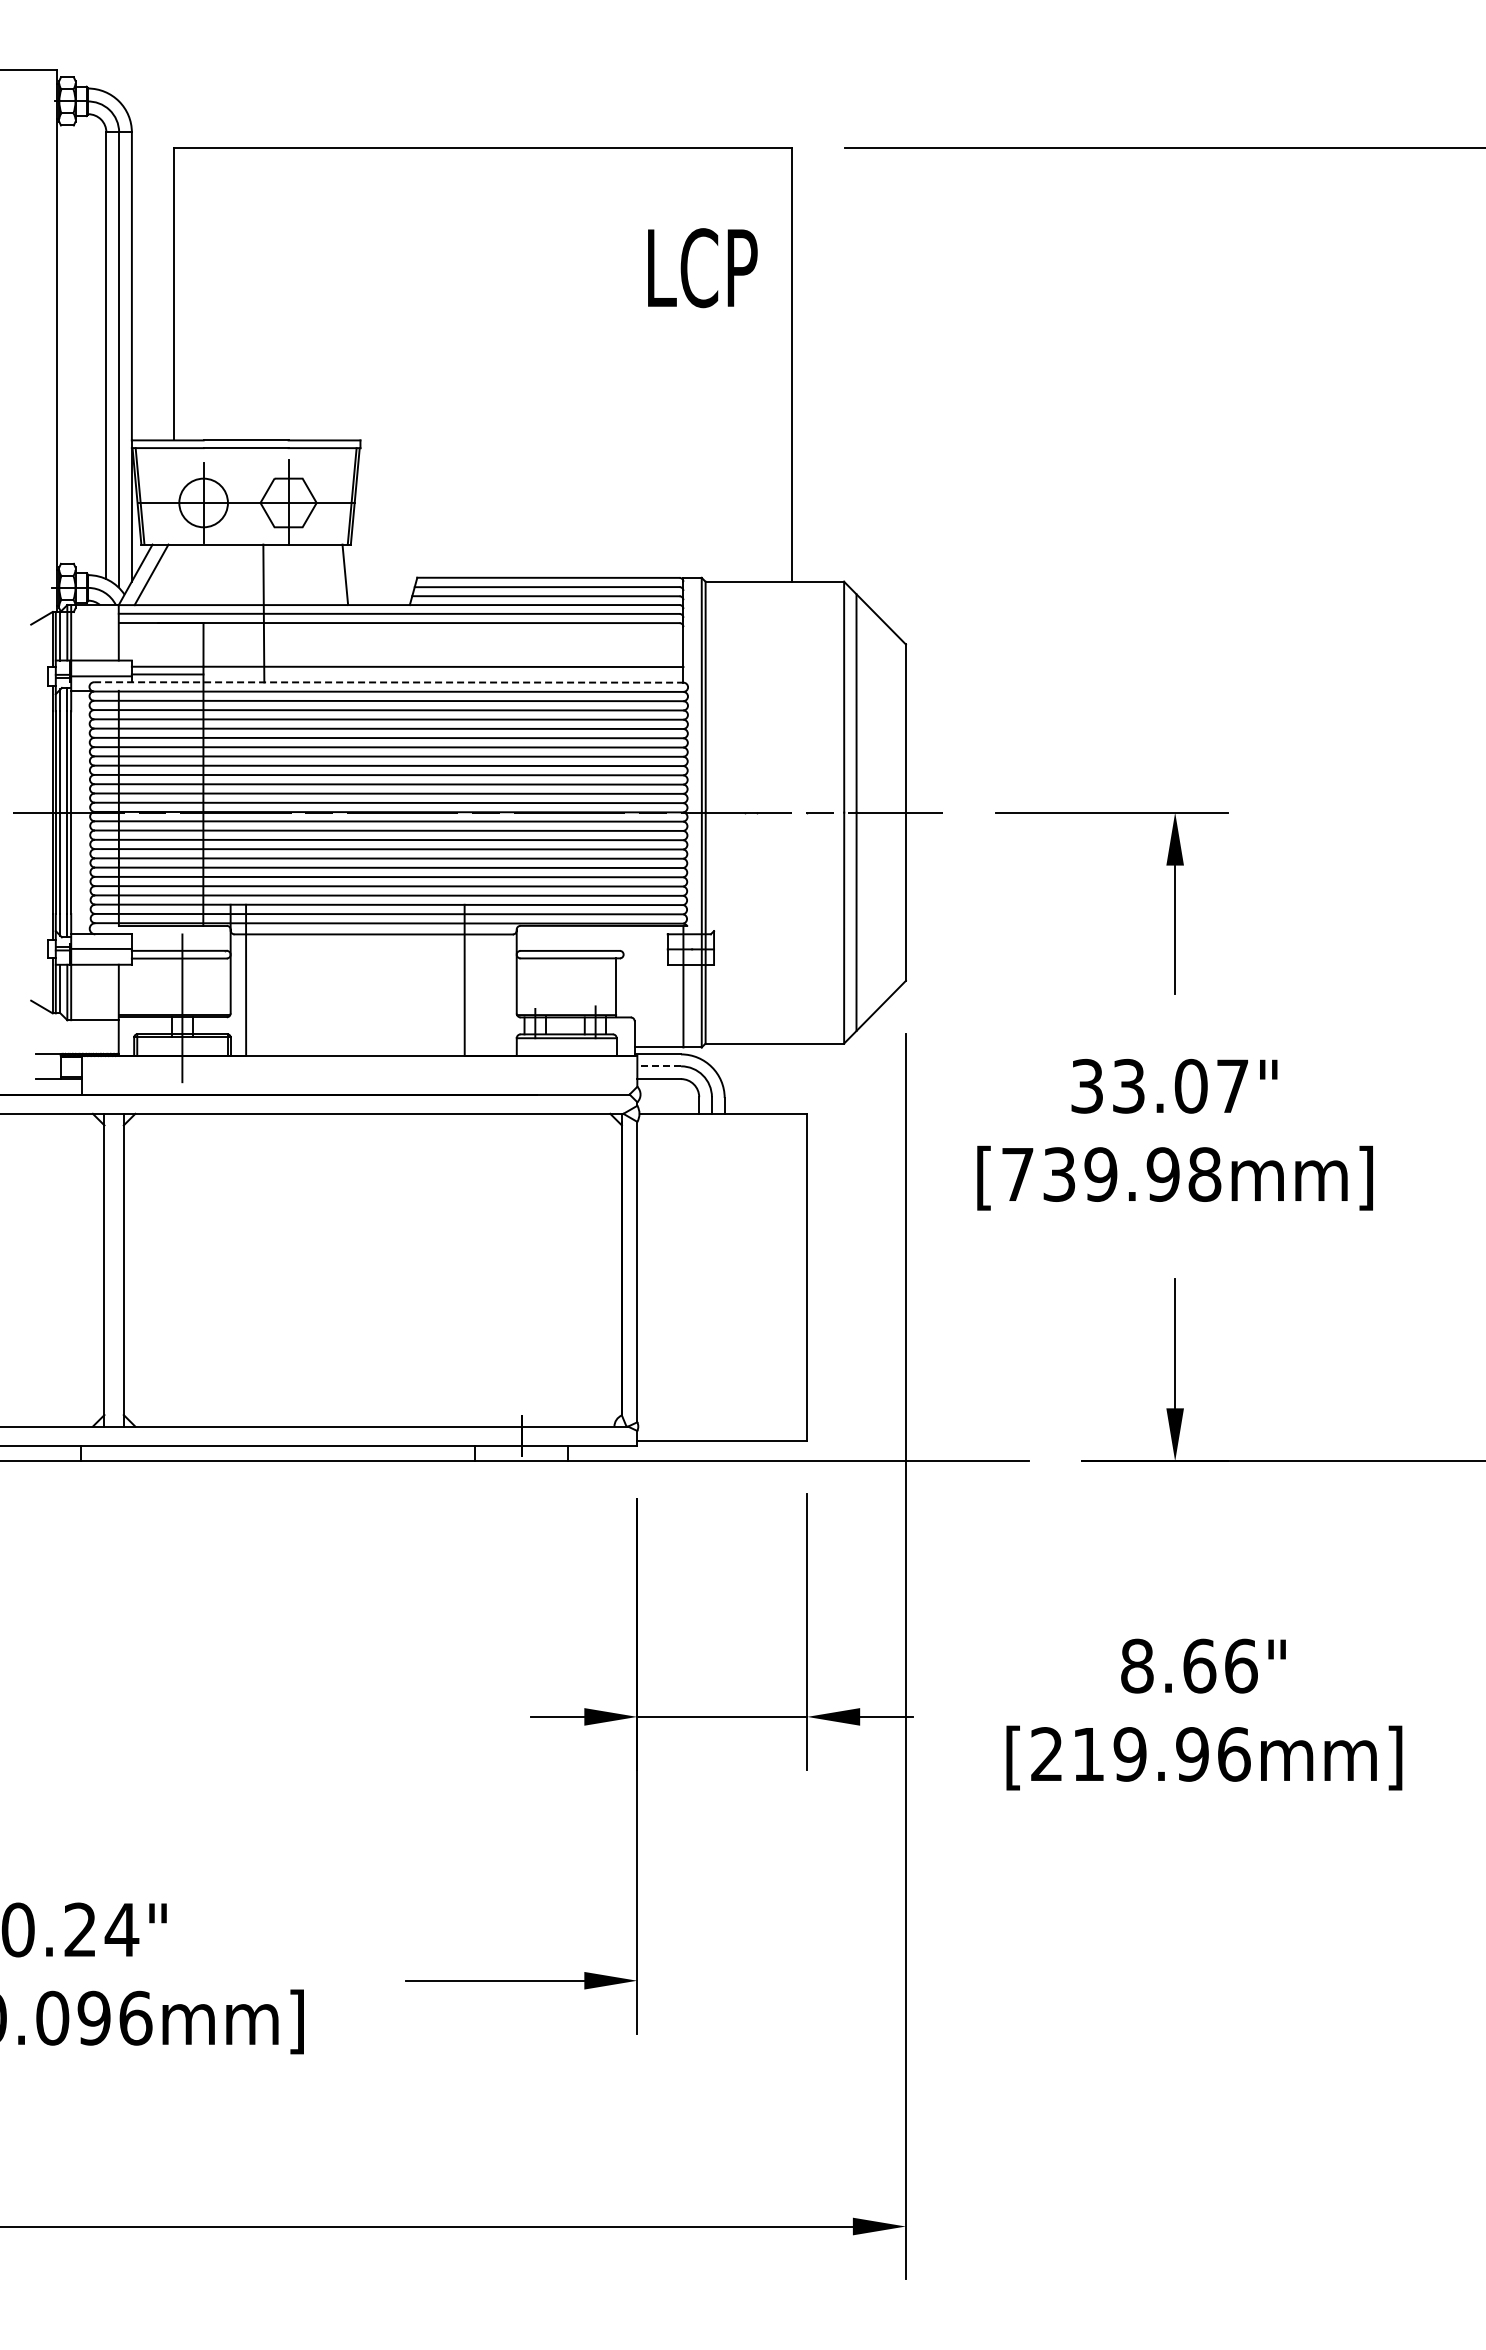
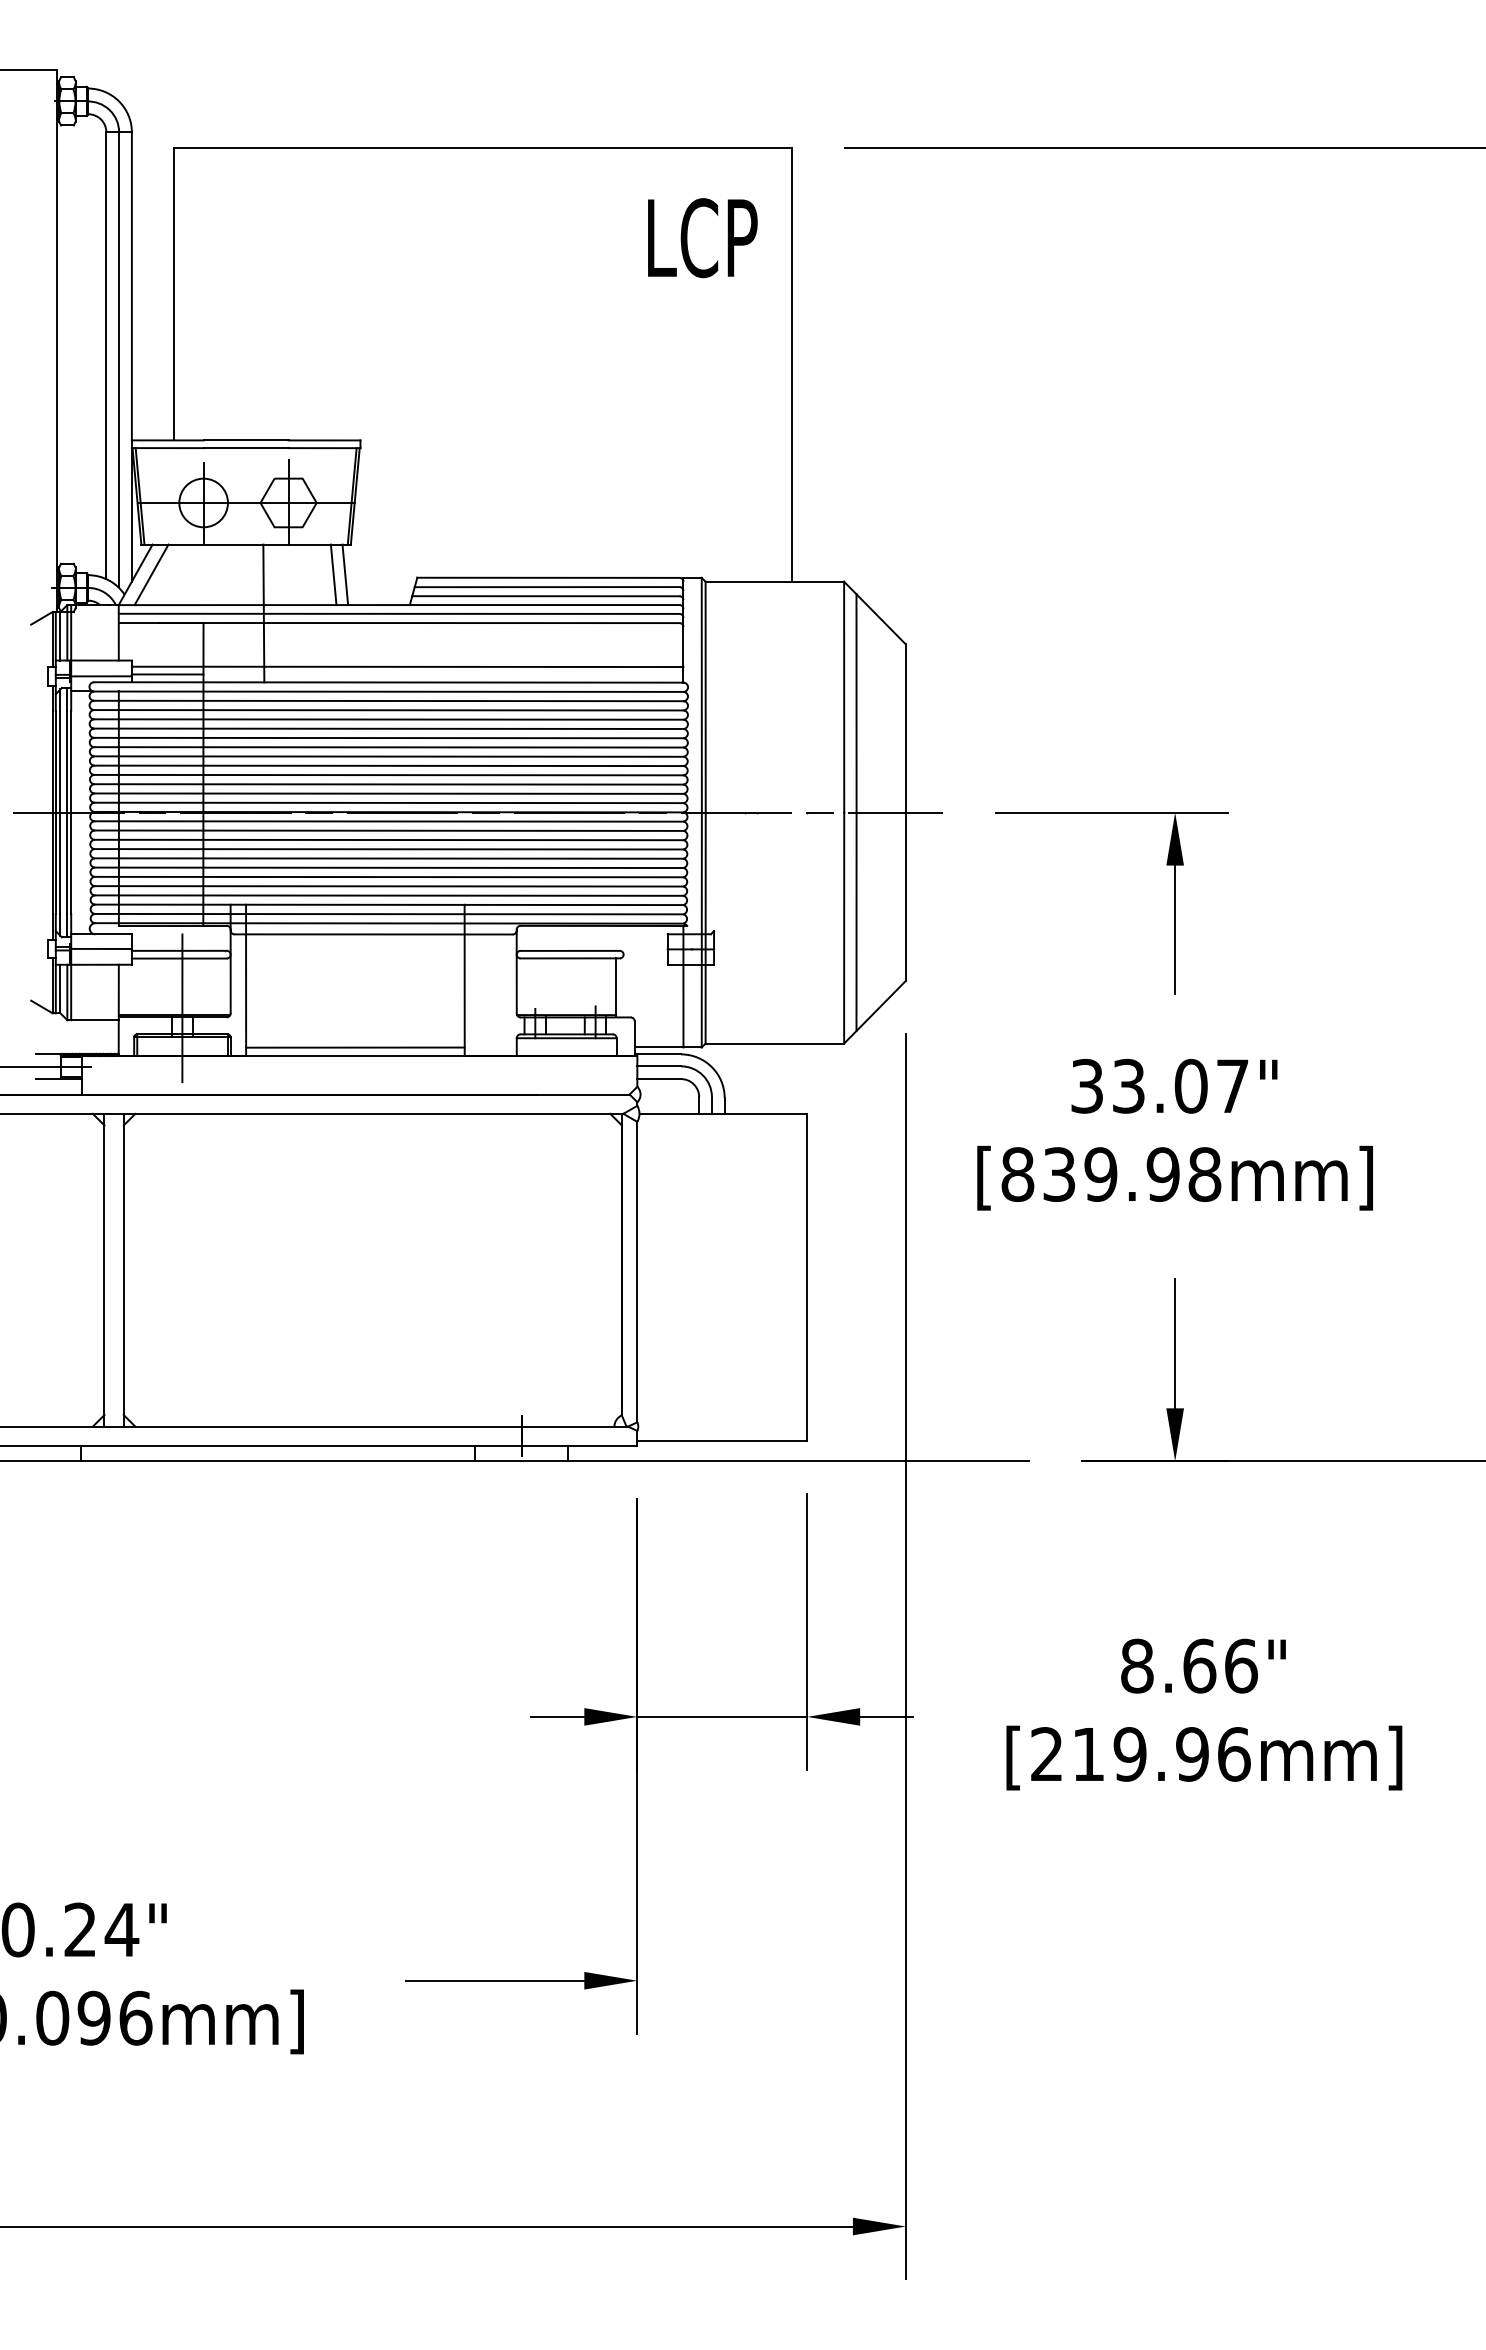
text at (702, 268) position: (702, 268) -> (702, 238)
line at (333, 574): none -> present
line at (388, 682): dashed -> solid
line at (355, 1047): none -> present
line at (46, 1066): none -> present
line at (659, 1066): dashed -> solid
text at (1017, 1174): [739.98mm] -> [839.98mm]
